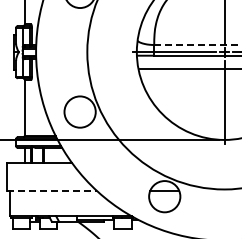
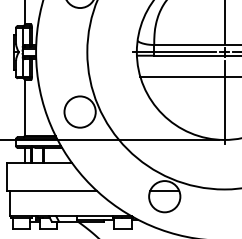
line at (198, 45): dashed -> solid
line at (189, 68) position: (189, 68) -> (189, 76)
line at (52, 191): dashed -> solid
